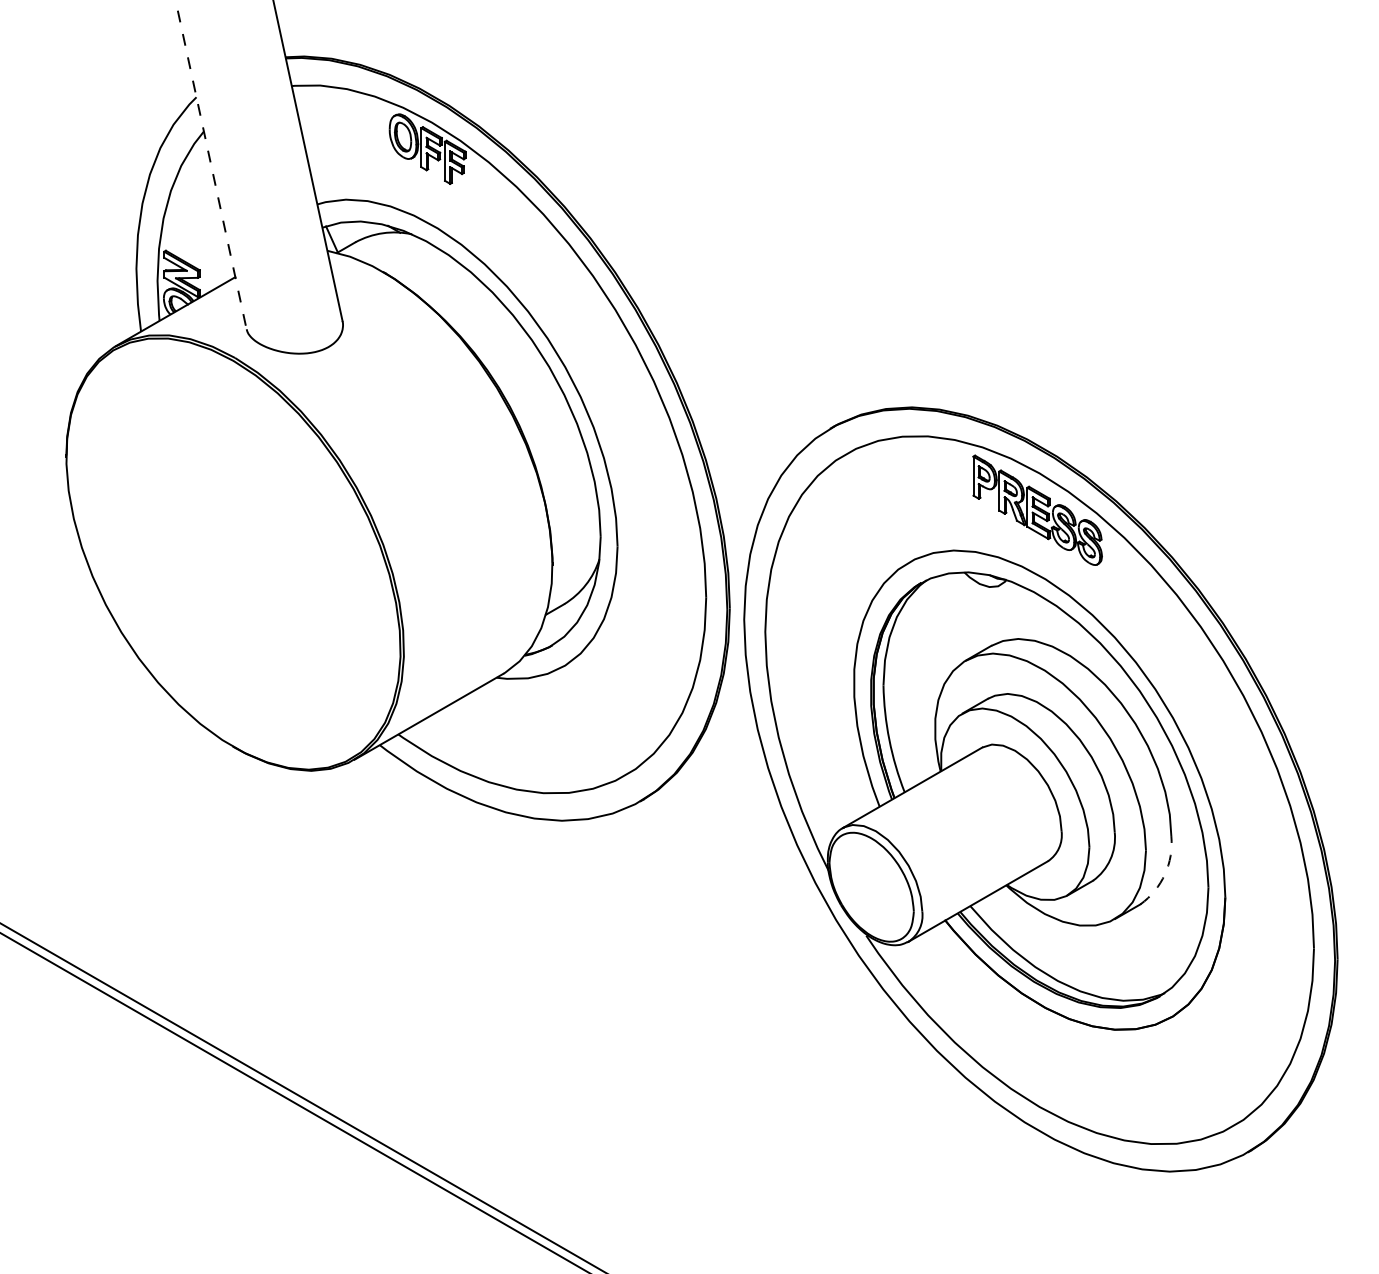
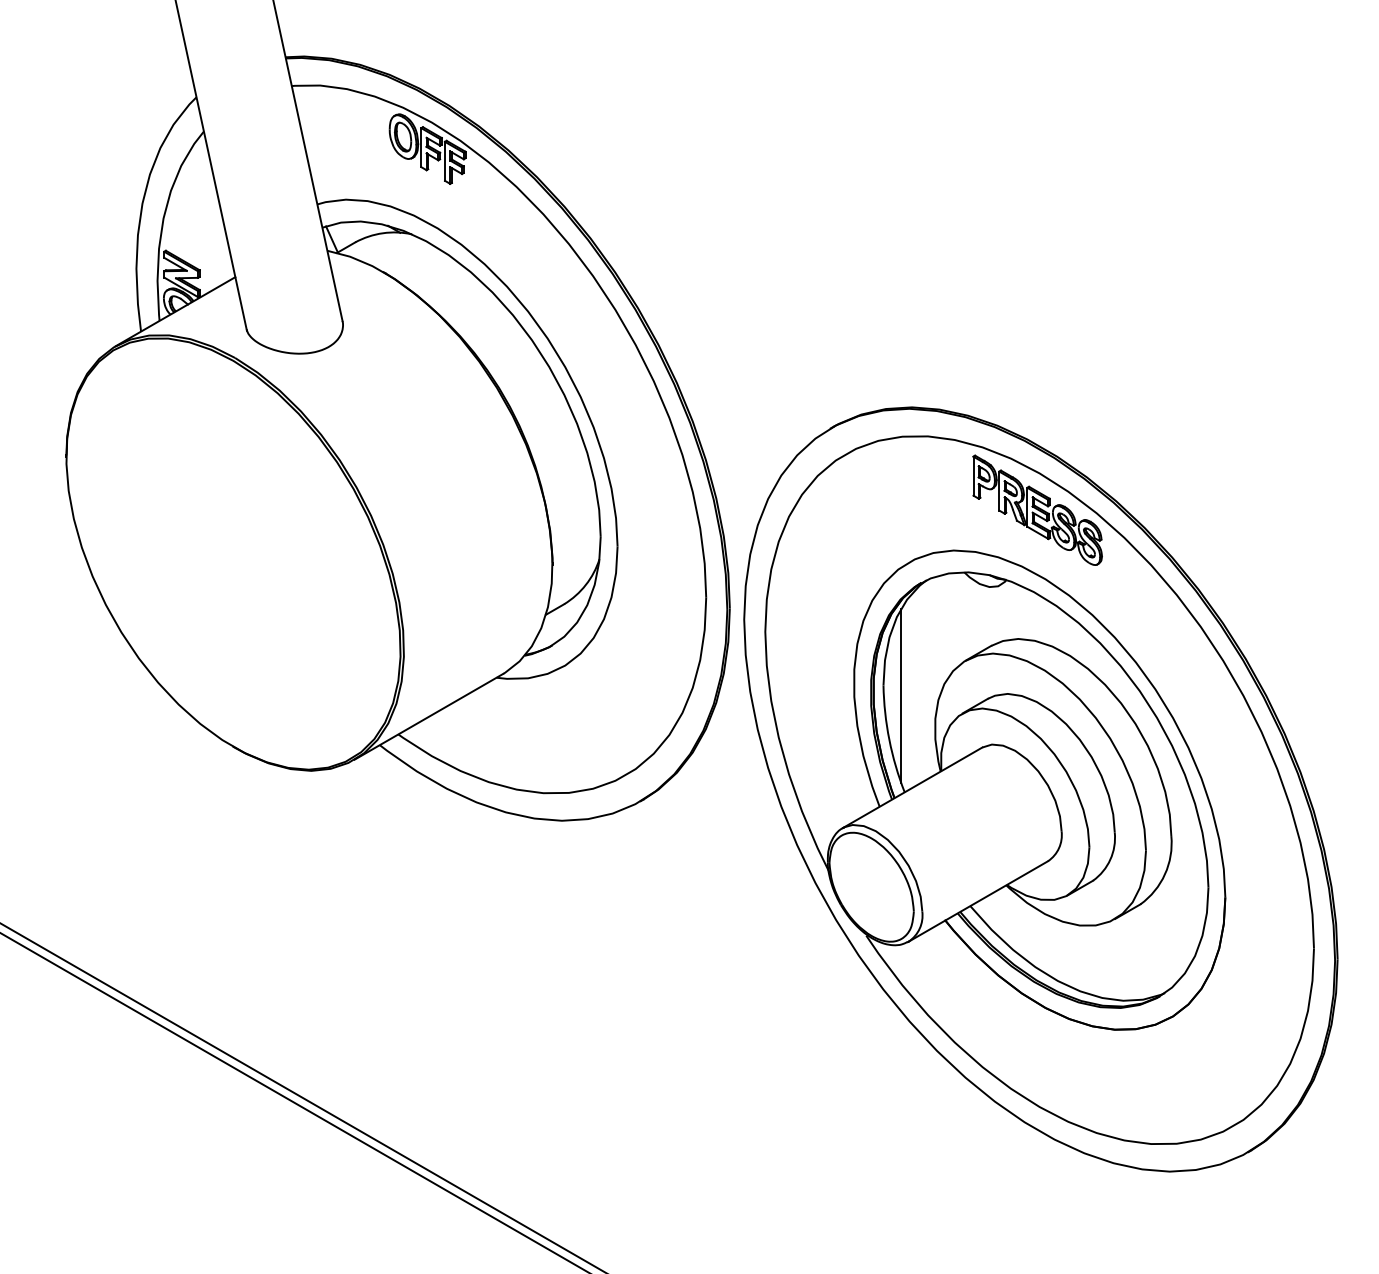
line at (211, 165): dashed -> solid
line at (901, 695): none -> present
arc at (1164, 874): dashed -> solid
